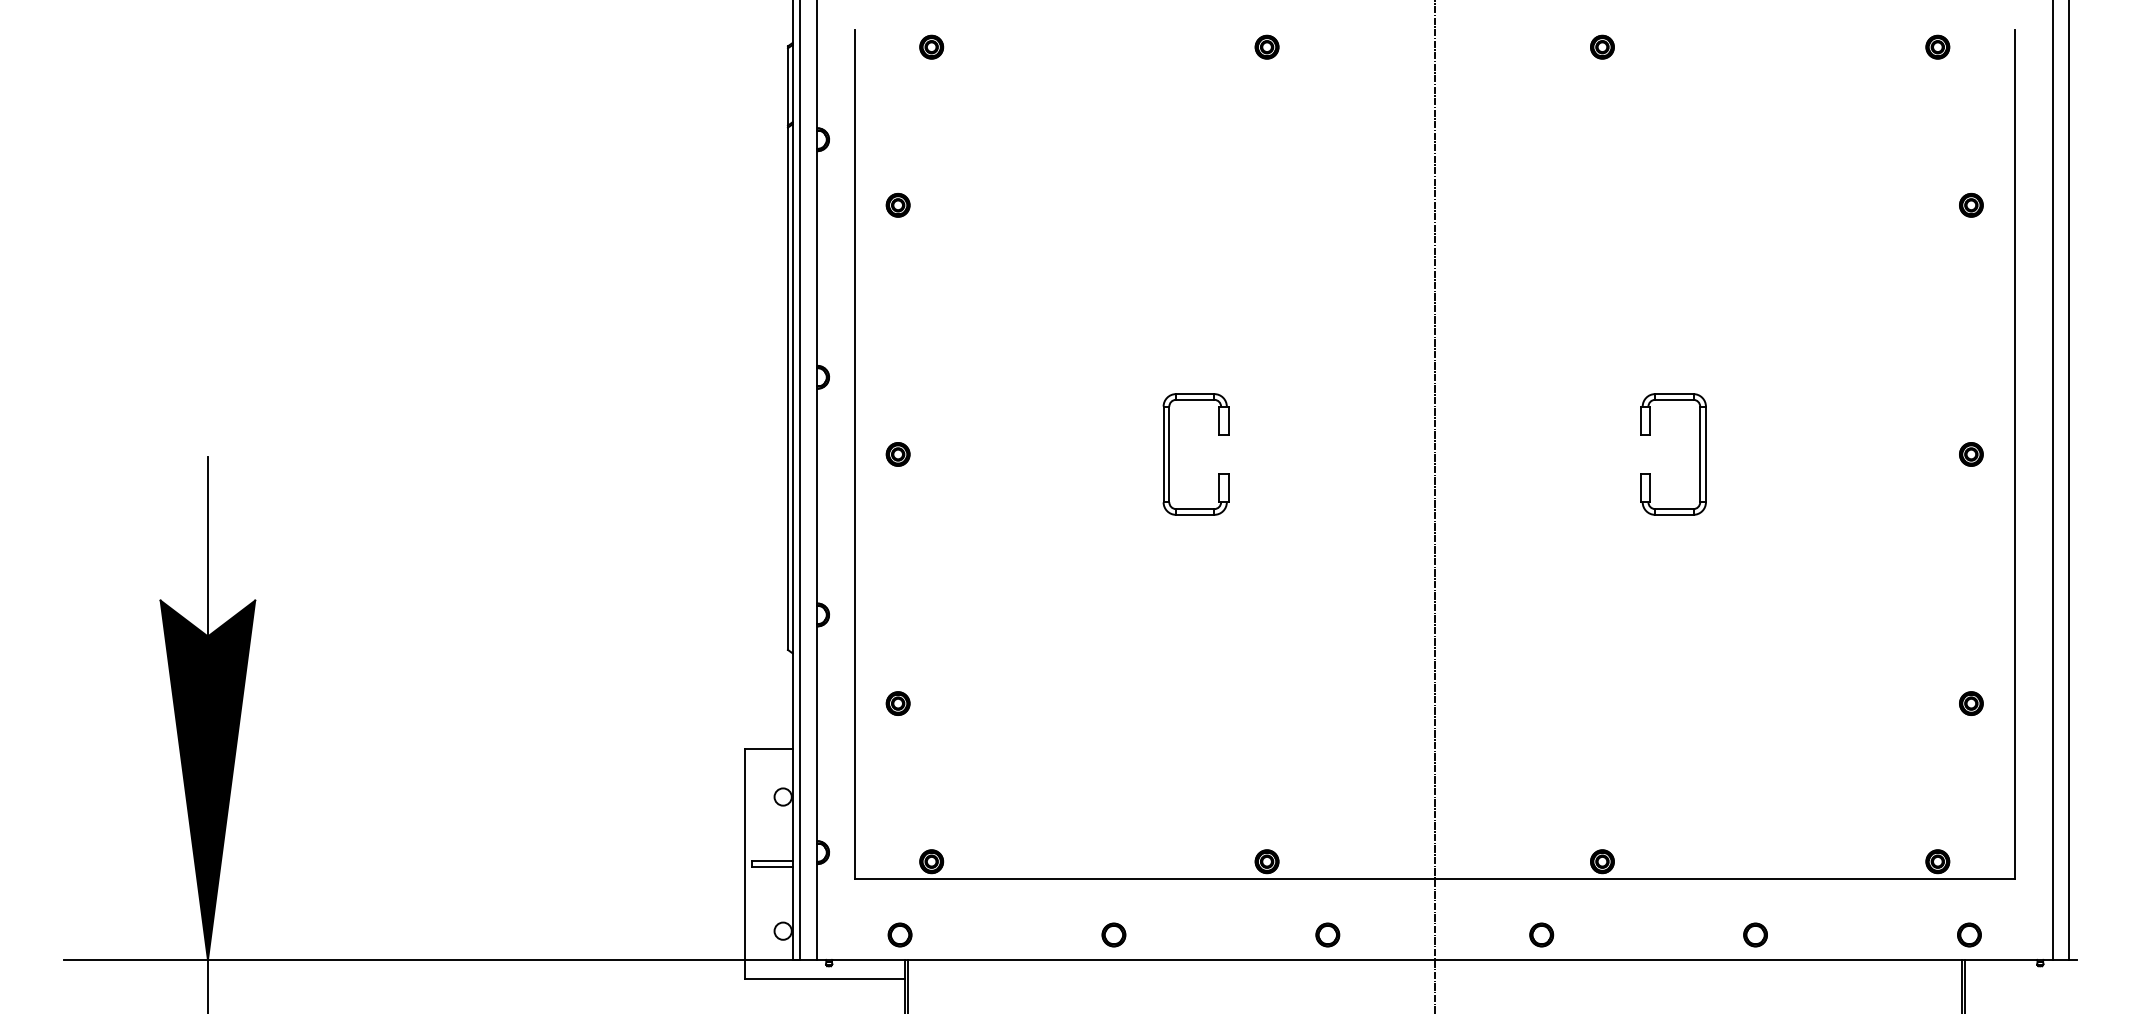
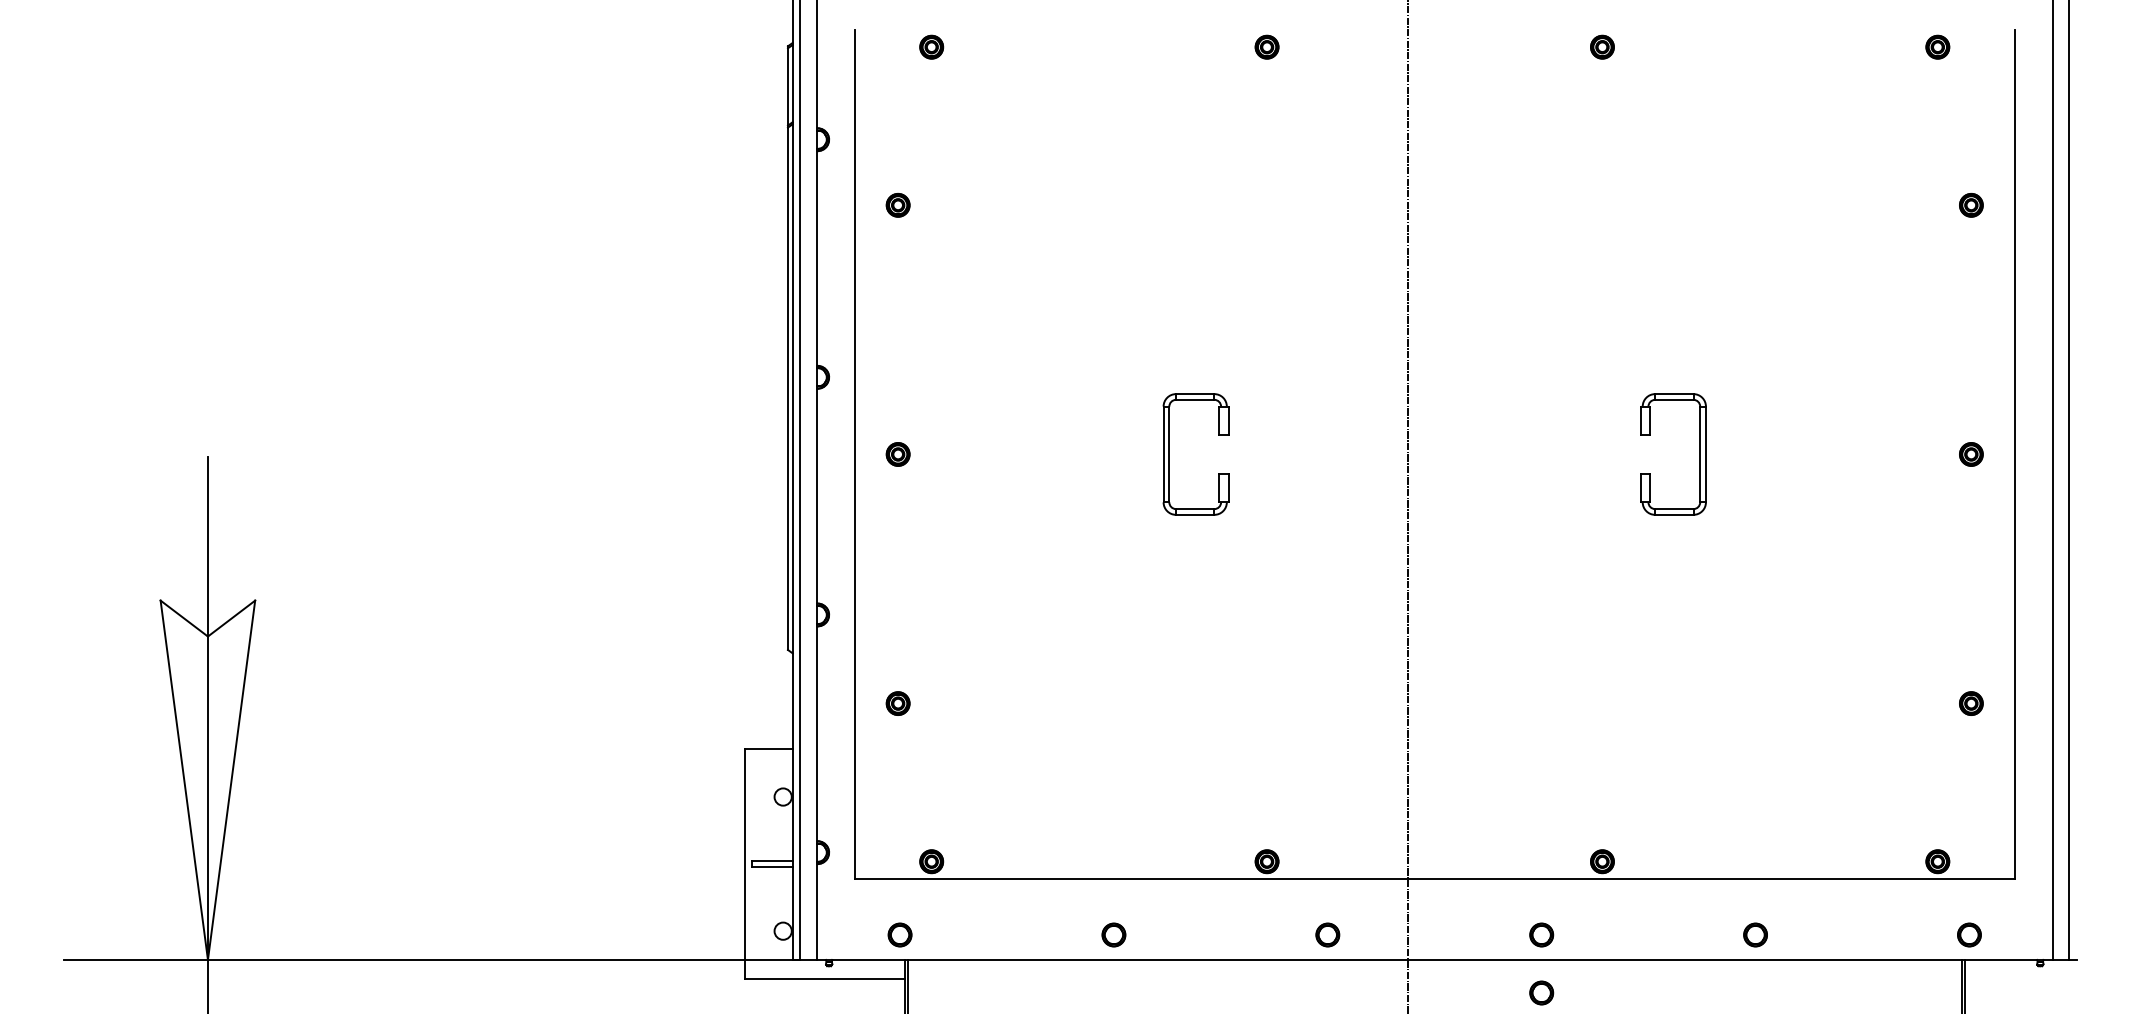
line at (1434, 506) position: (1434, 506) -> (1407, 506)
fill at (207, 779): present -> none
part at (1541, 992): none -> present
